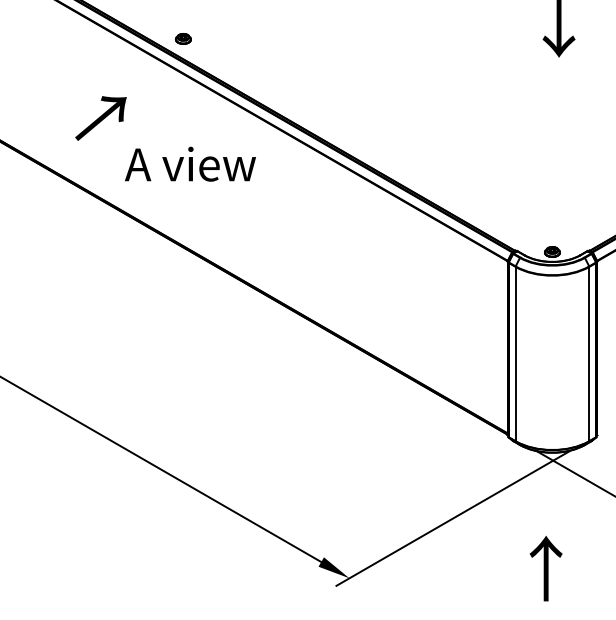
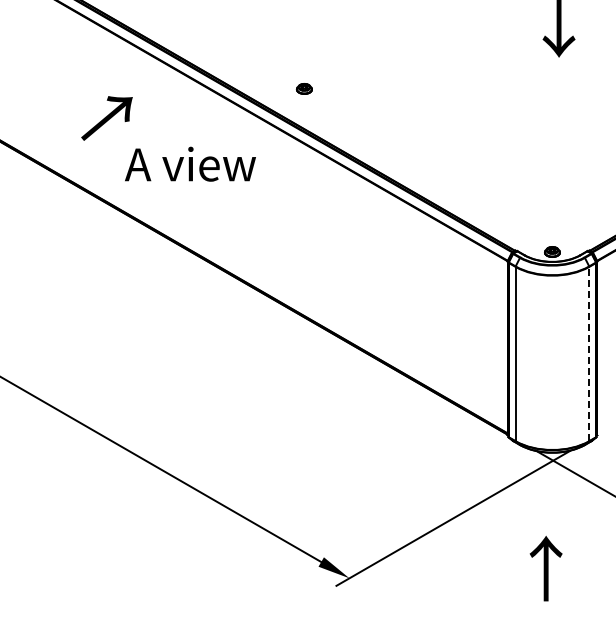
part at (182, 38) position: (182, 38) -> (303, 88)
text at (100, 118) position: (100, 118) -> (106, 118)
line at (589, 353): solid -> dashed
